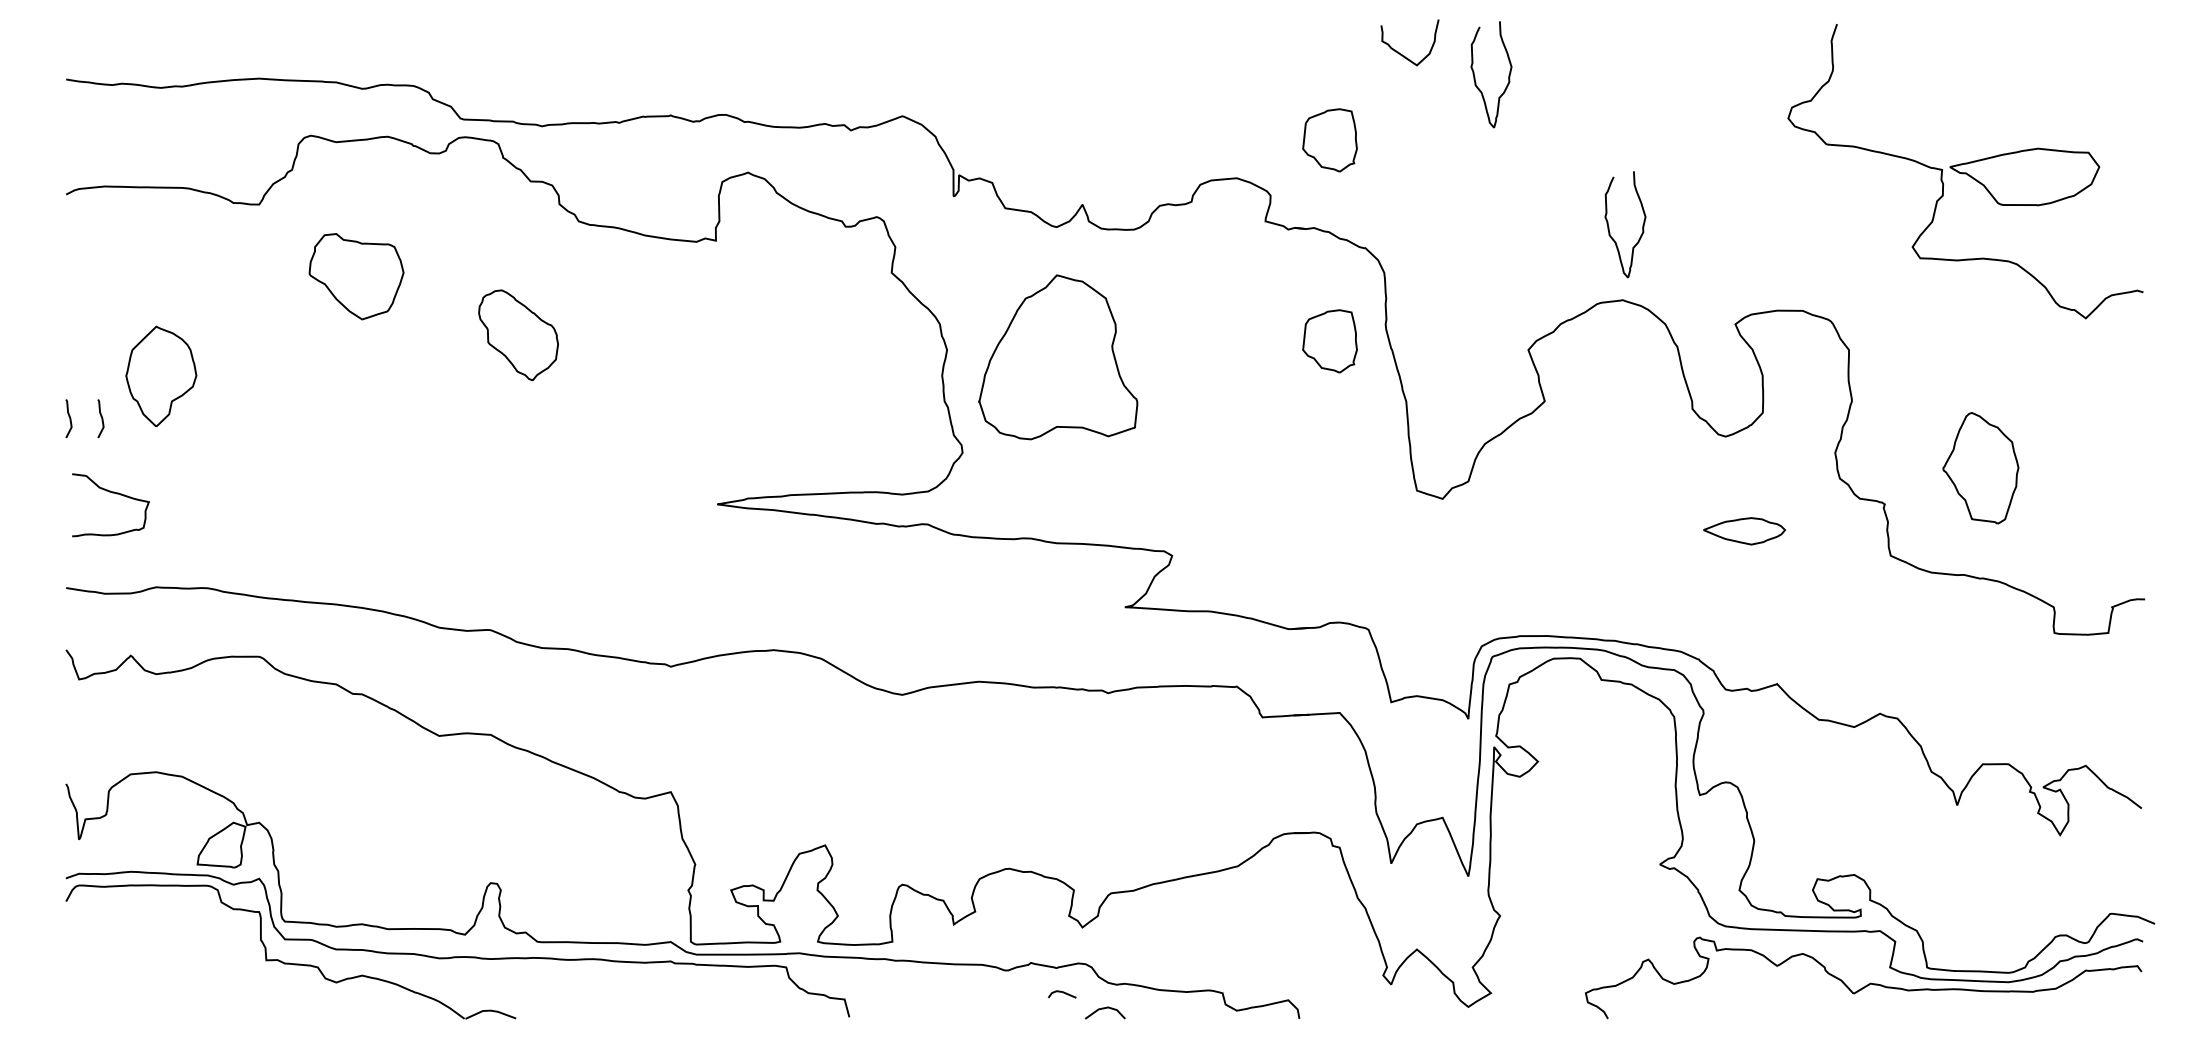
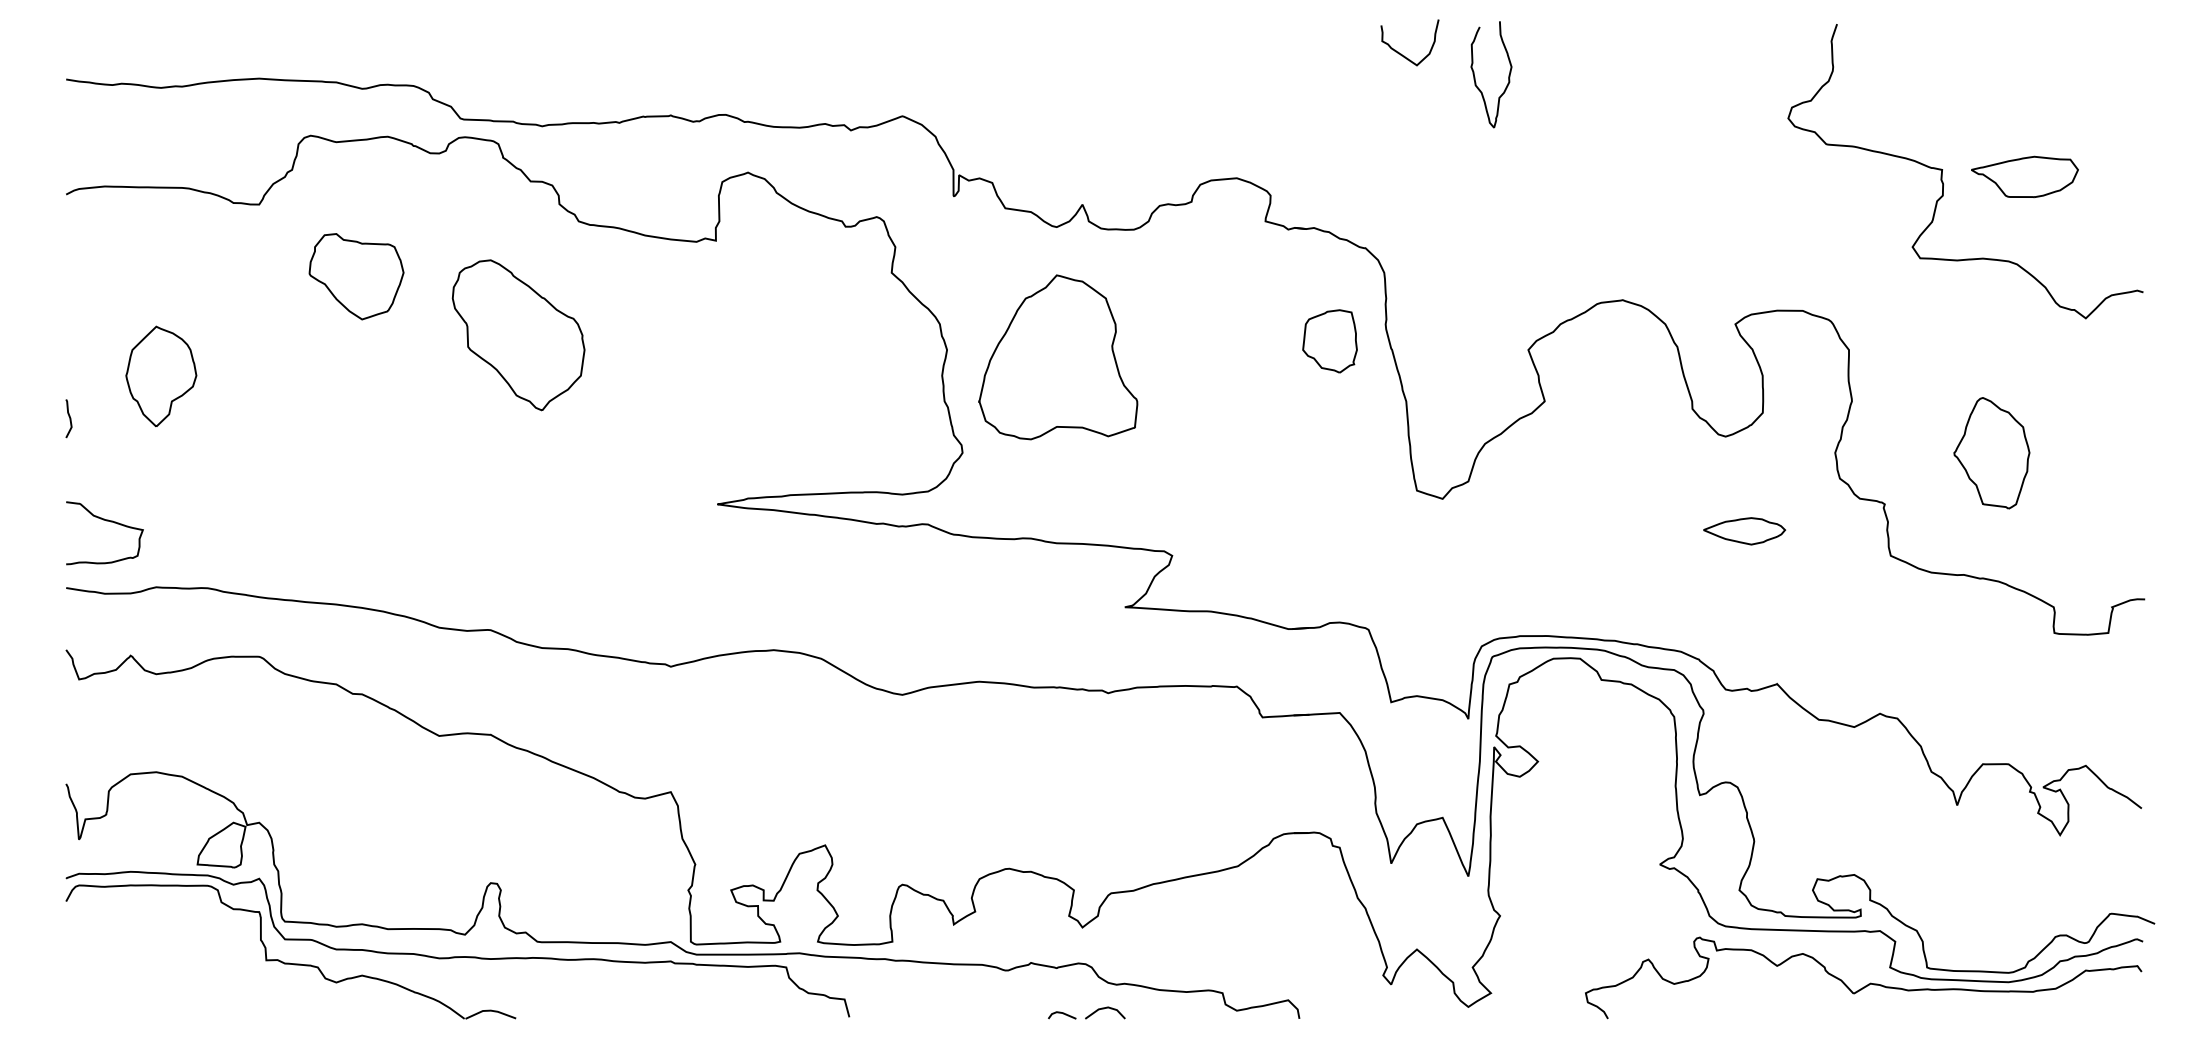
part at (1329, 140): present -> none
part at (2024, 176) size: 152x60 px -> 108x44 px
curve at (1609, 226): present -> none
part at (518, 335) size: 81x93 px -> 135x153 px
curve at (101, 418): present -> none
part at (1980, 468) position: (1980, 468) -> (1991, 453)
curve at (112, 493) position: (112, 493) -> (106, 521)
line at (1063, 993) position: (1063, 993) -> (1063, 1014)
